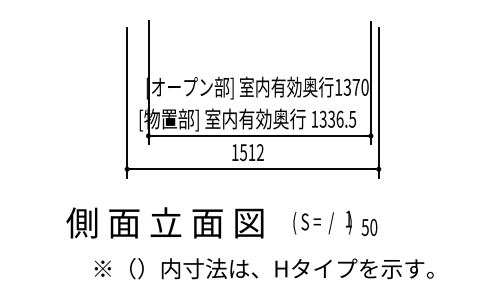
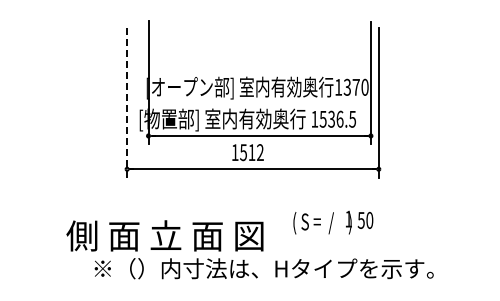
line at (127, 102): solid -> dashed
text at (323, 118): 1336.5 -> 1536.5
text at (164, 222) position: (164, 222) -> (164, 235)
text at (369, 227) position: (369, 227) -> (365, 220)
